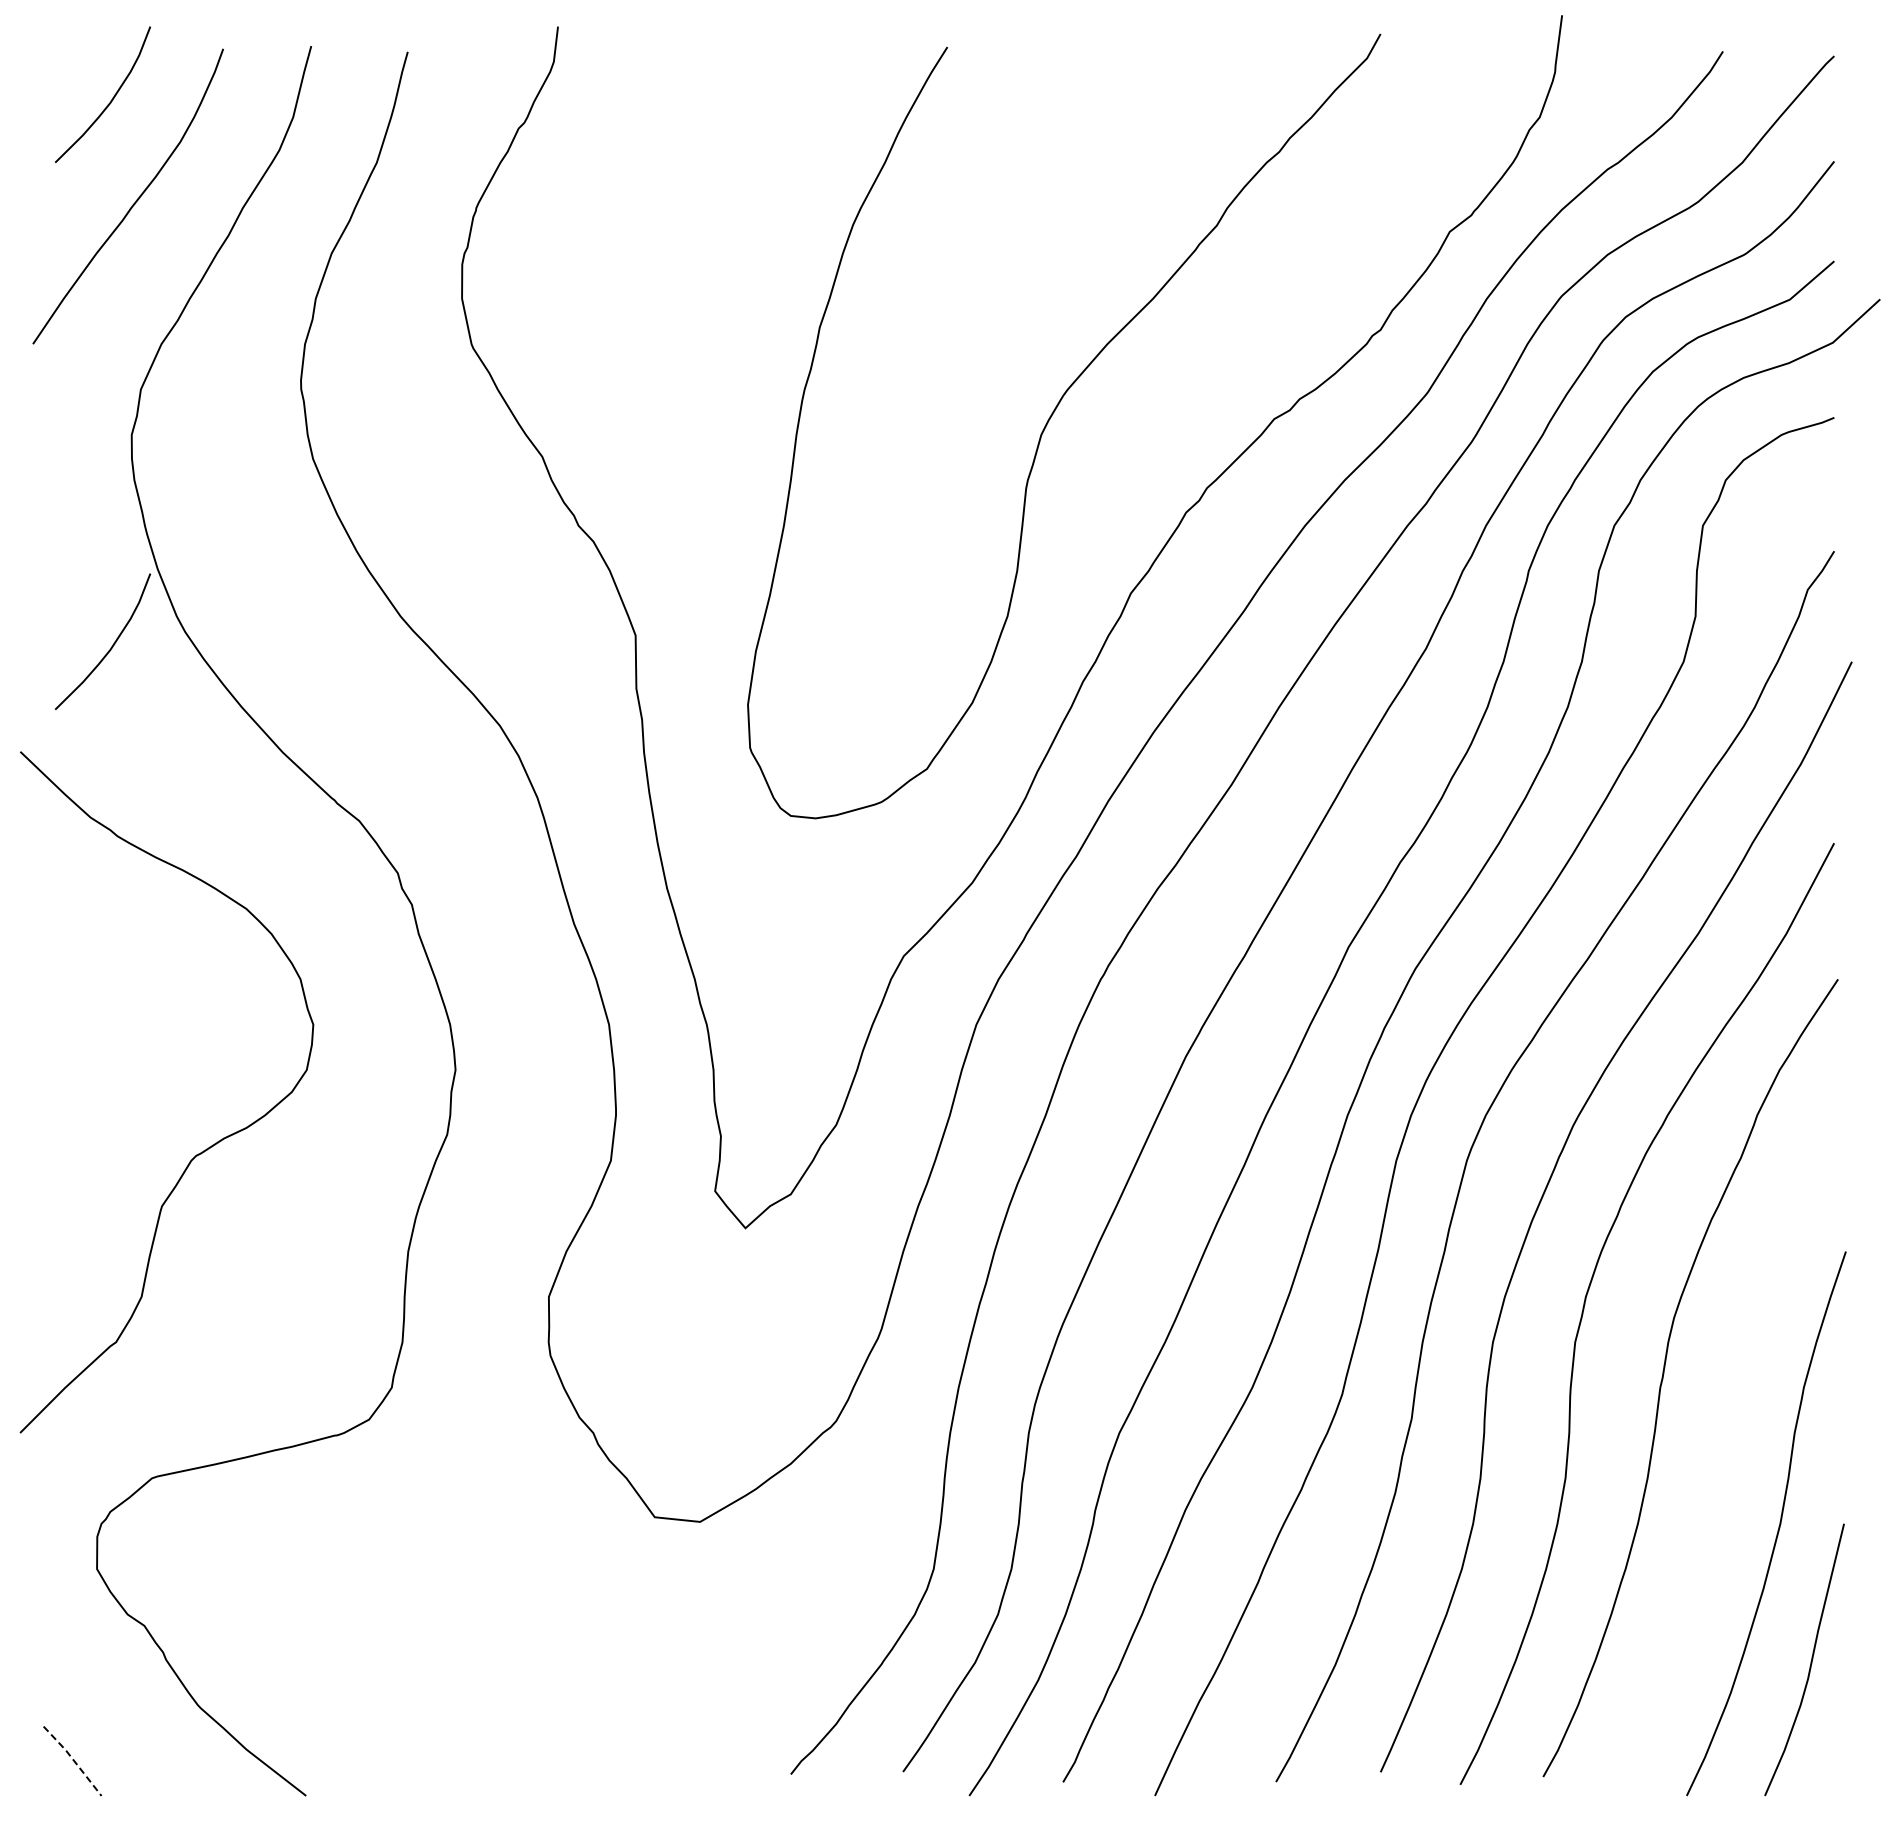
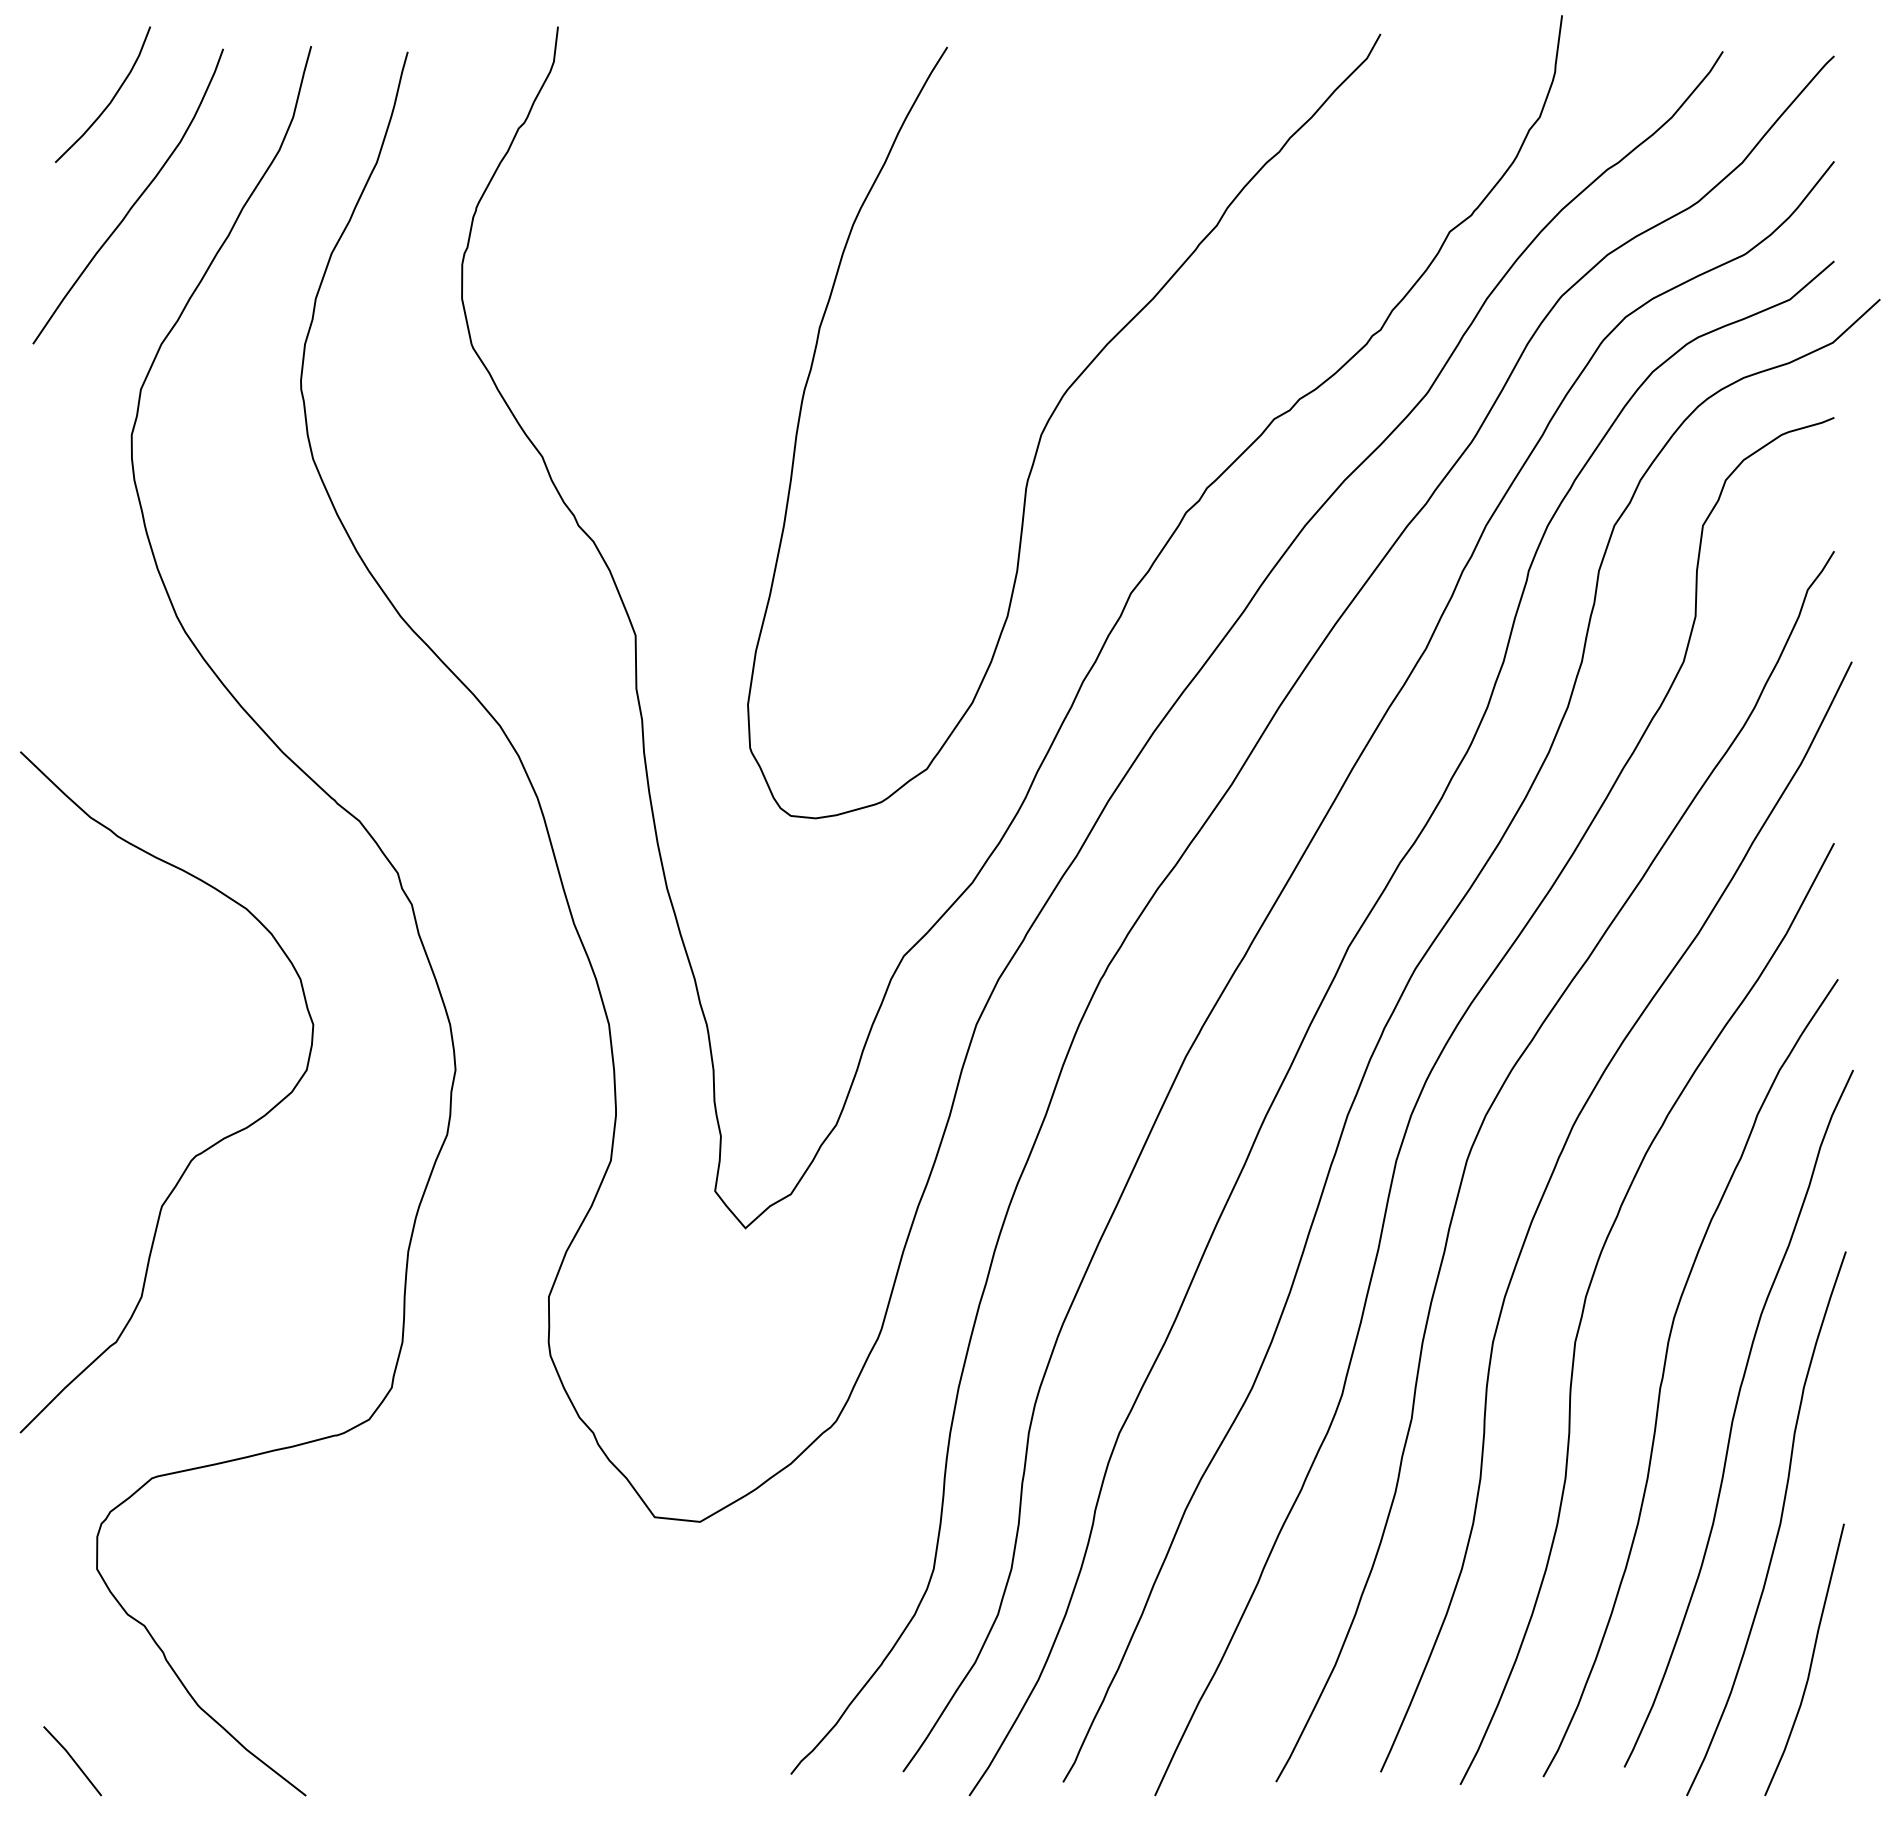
curve at (110, 647): present -> none
curve at (1734, 1418): none -> present
line at (73, 1760): dashed -> solid
